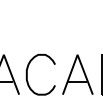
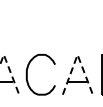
line at (77, 54): solid -> dashed
line at (9, 69): solid -> dashed
